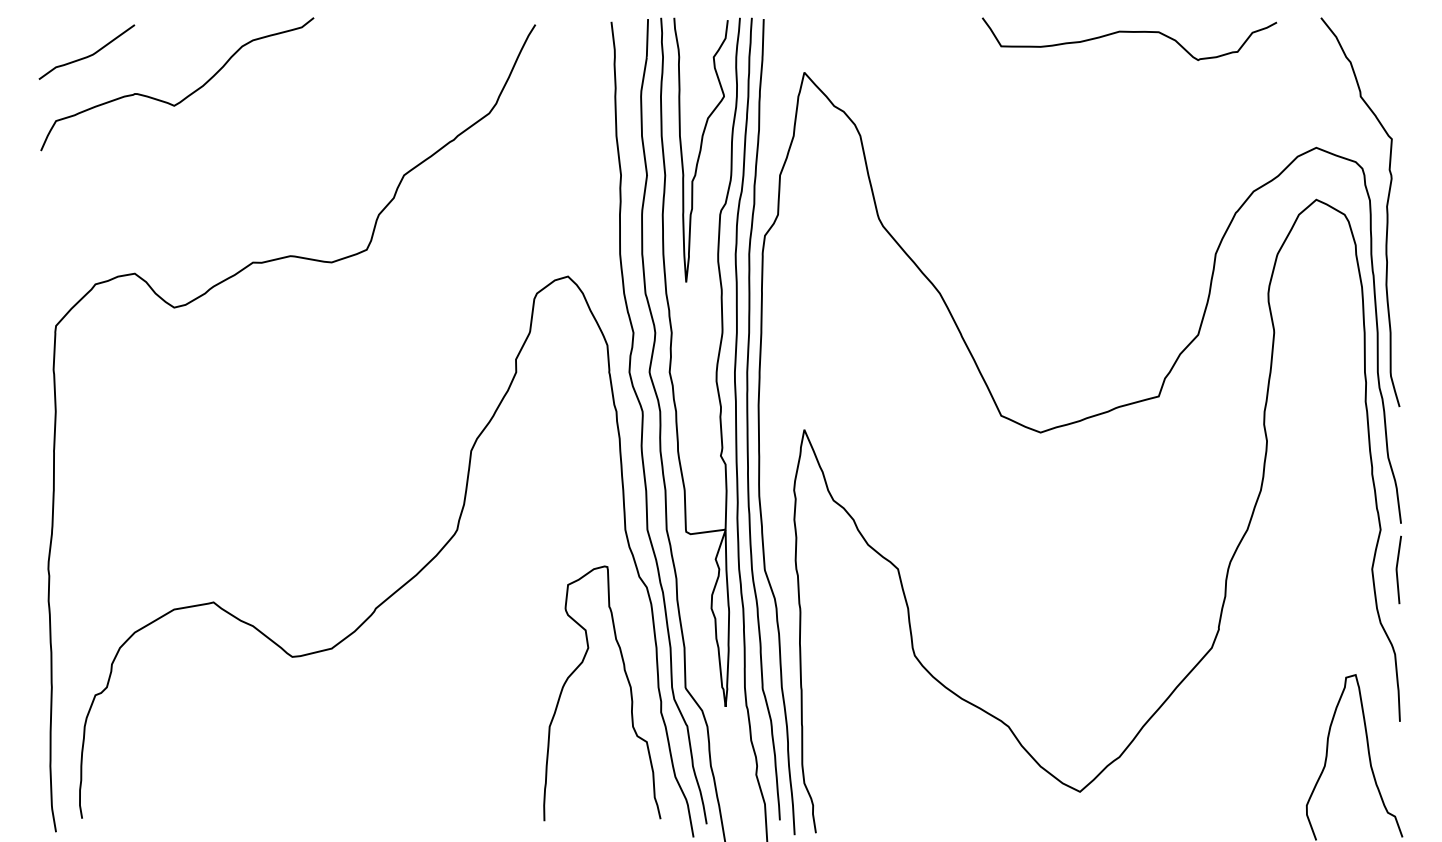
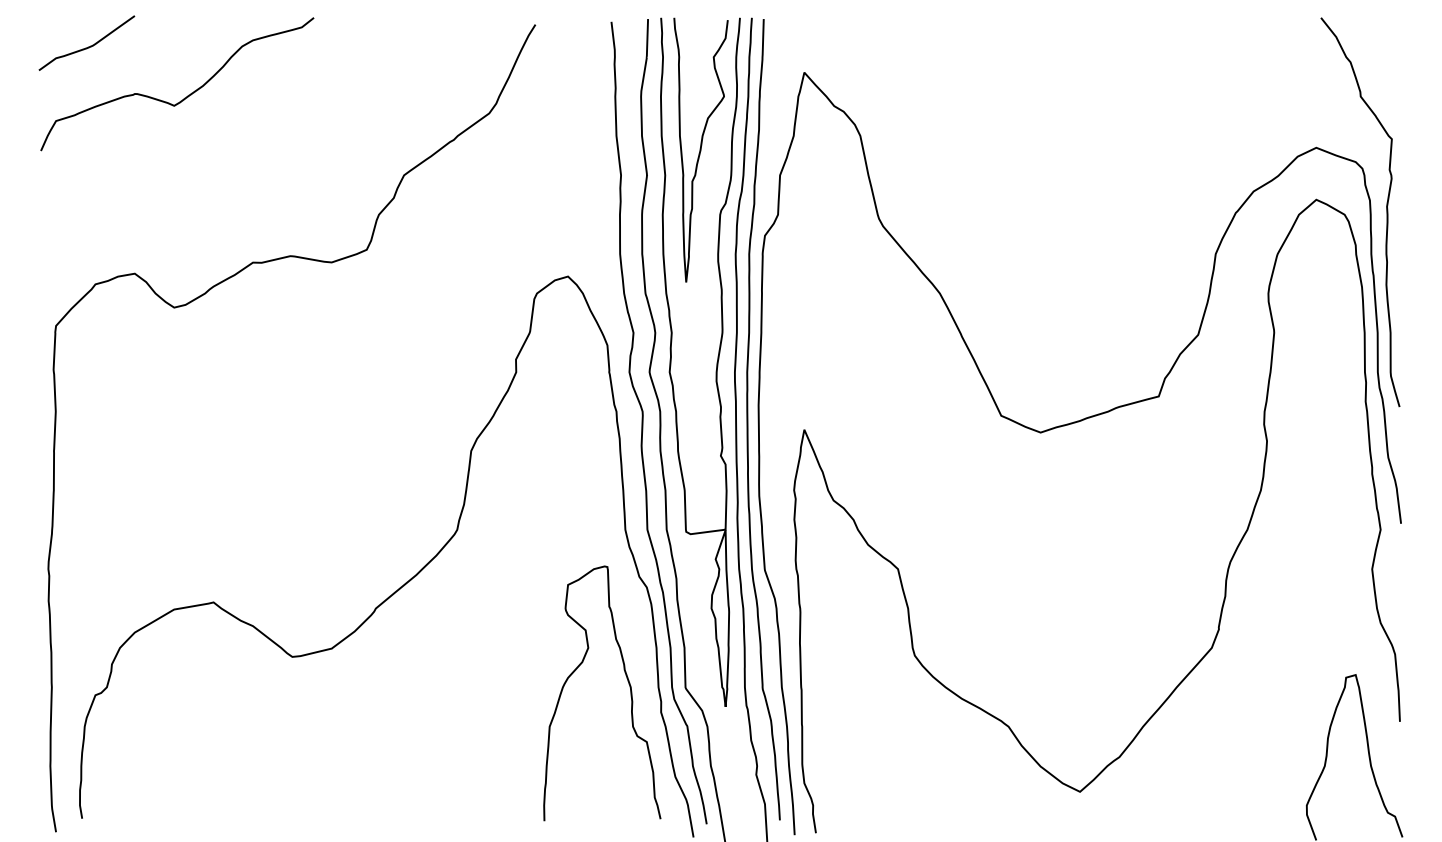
curve at (1129, 32): present -> none
curve at (88, 55) position: (88, 55) -> (88, 46)
line at (1397, 569): present -> none
